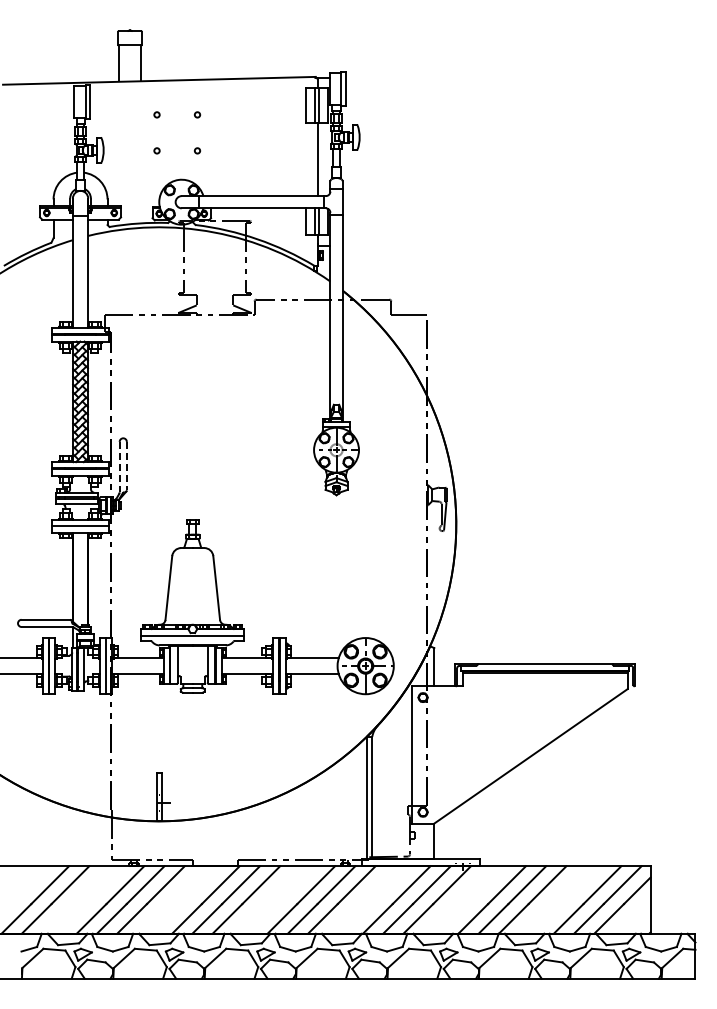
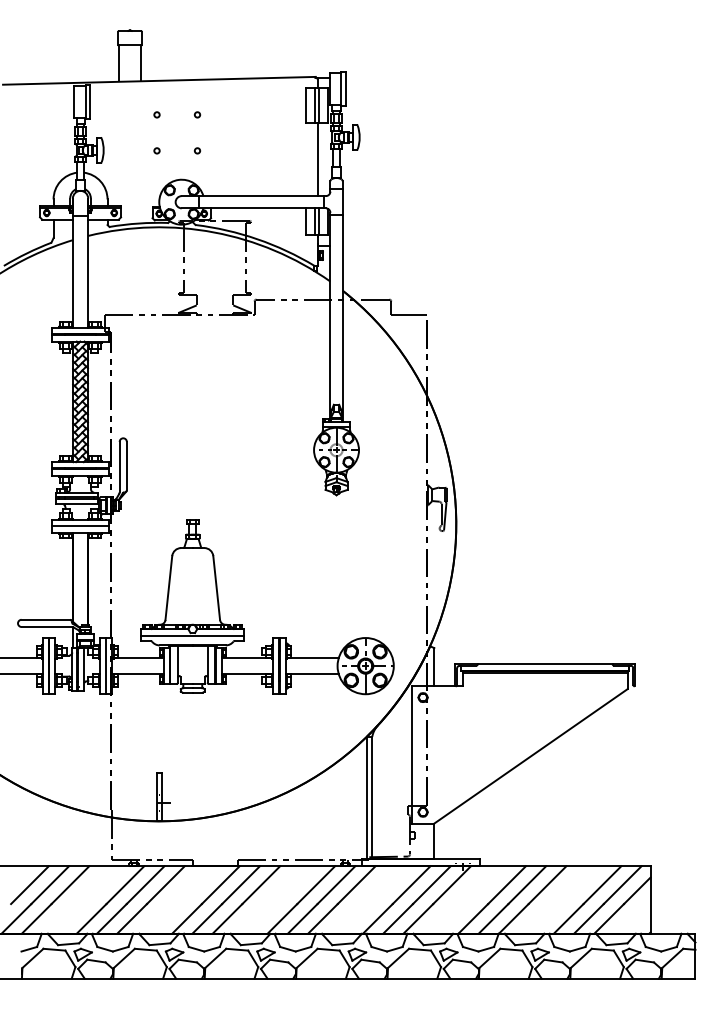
line at (126, 466): dashed -> solid
line at (119, 467): dashed -> solid
line at (29, 885): none -> present
